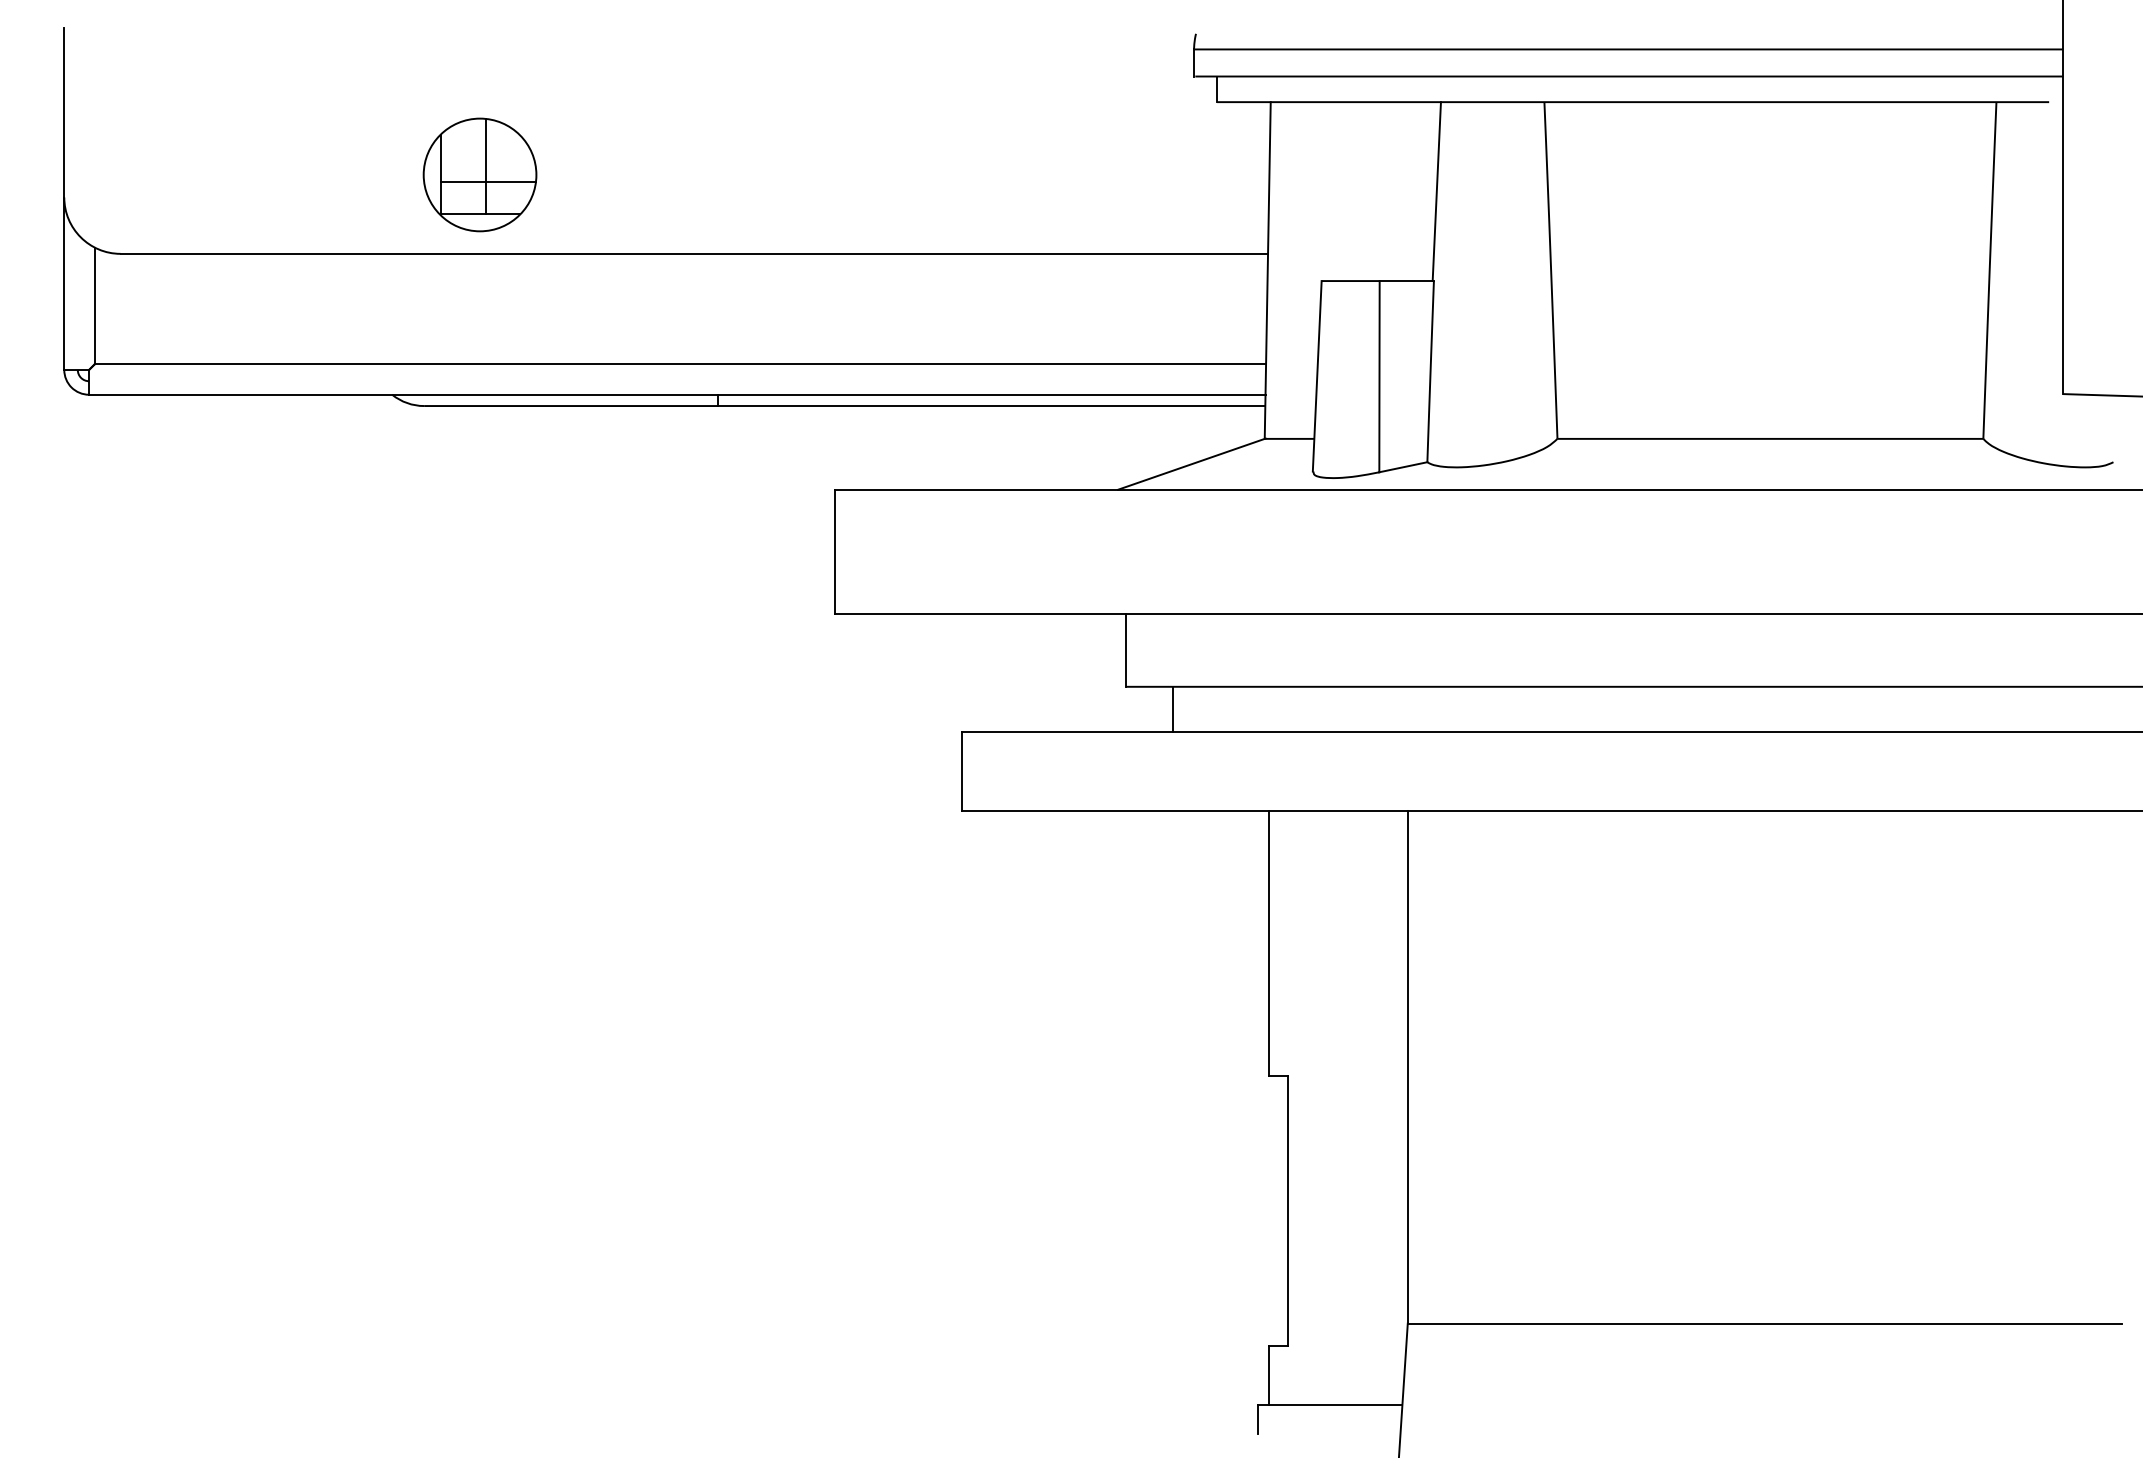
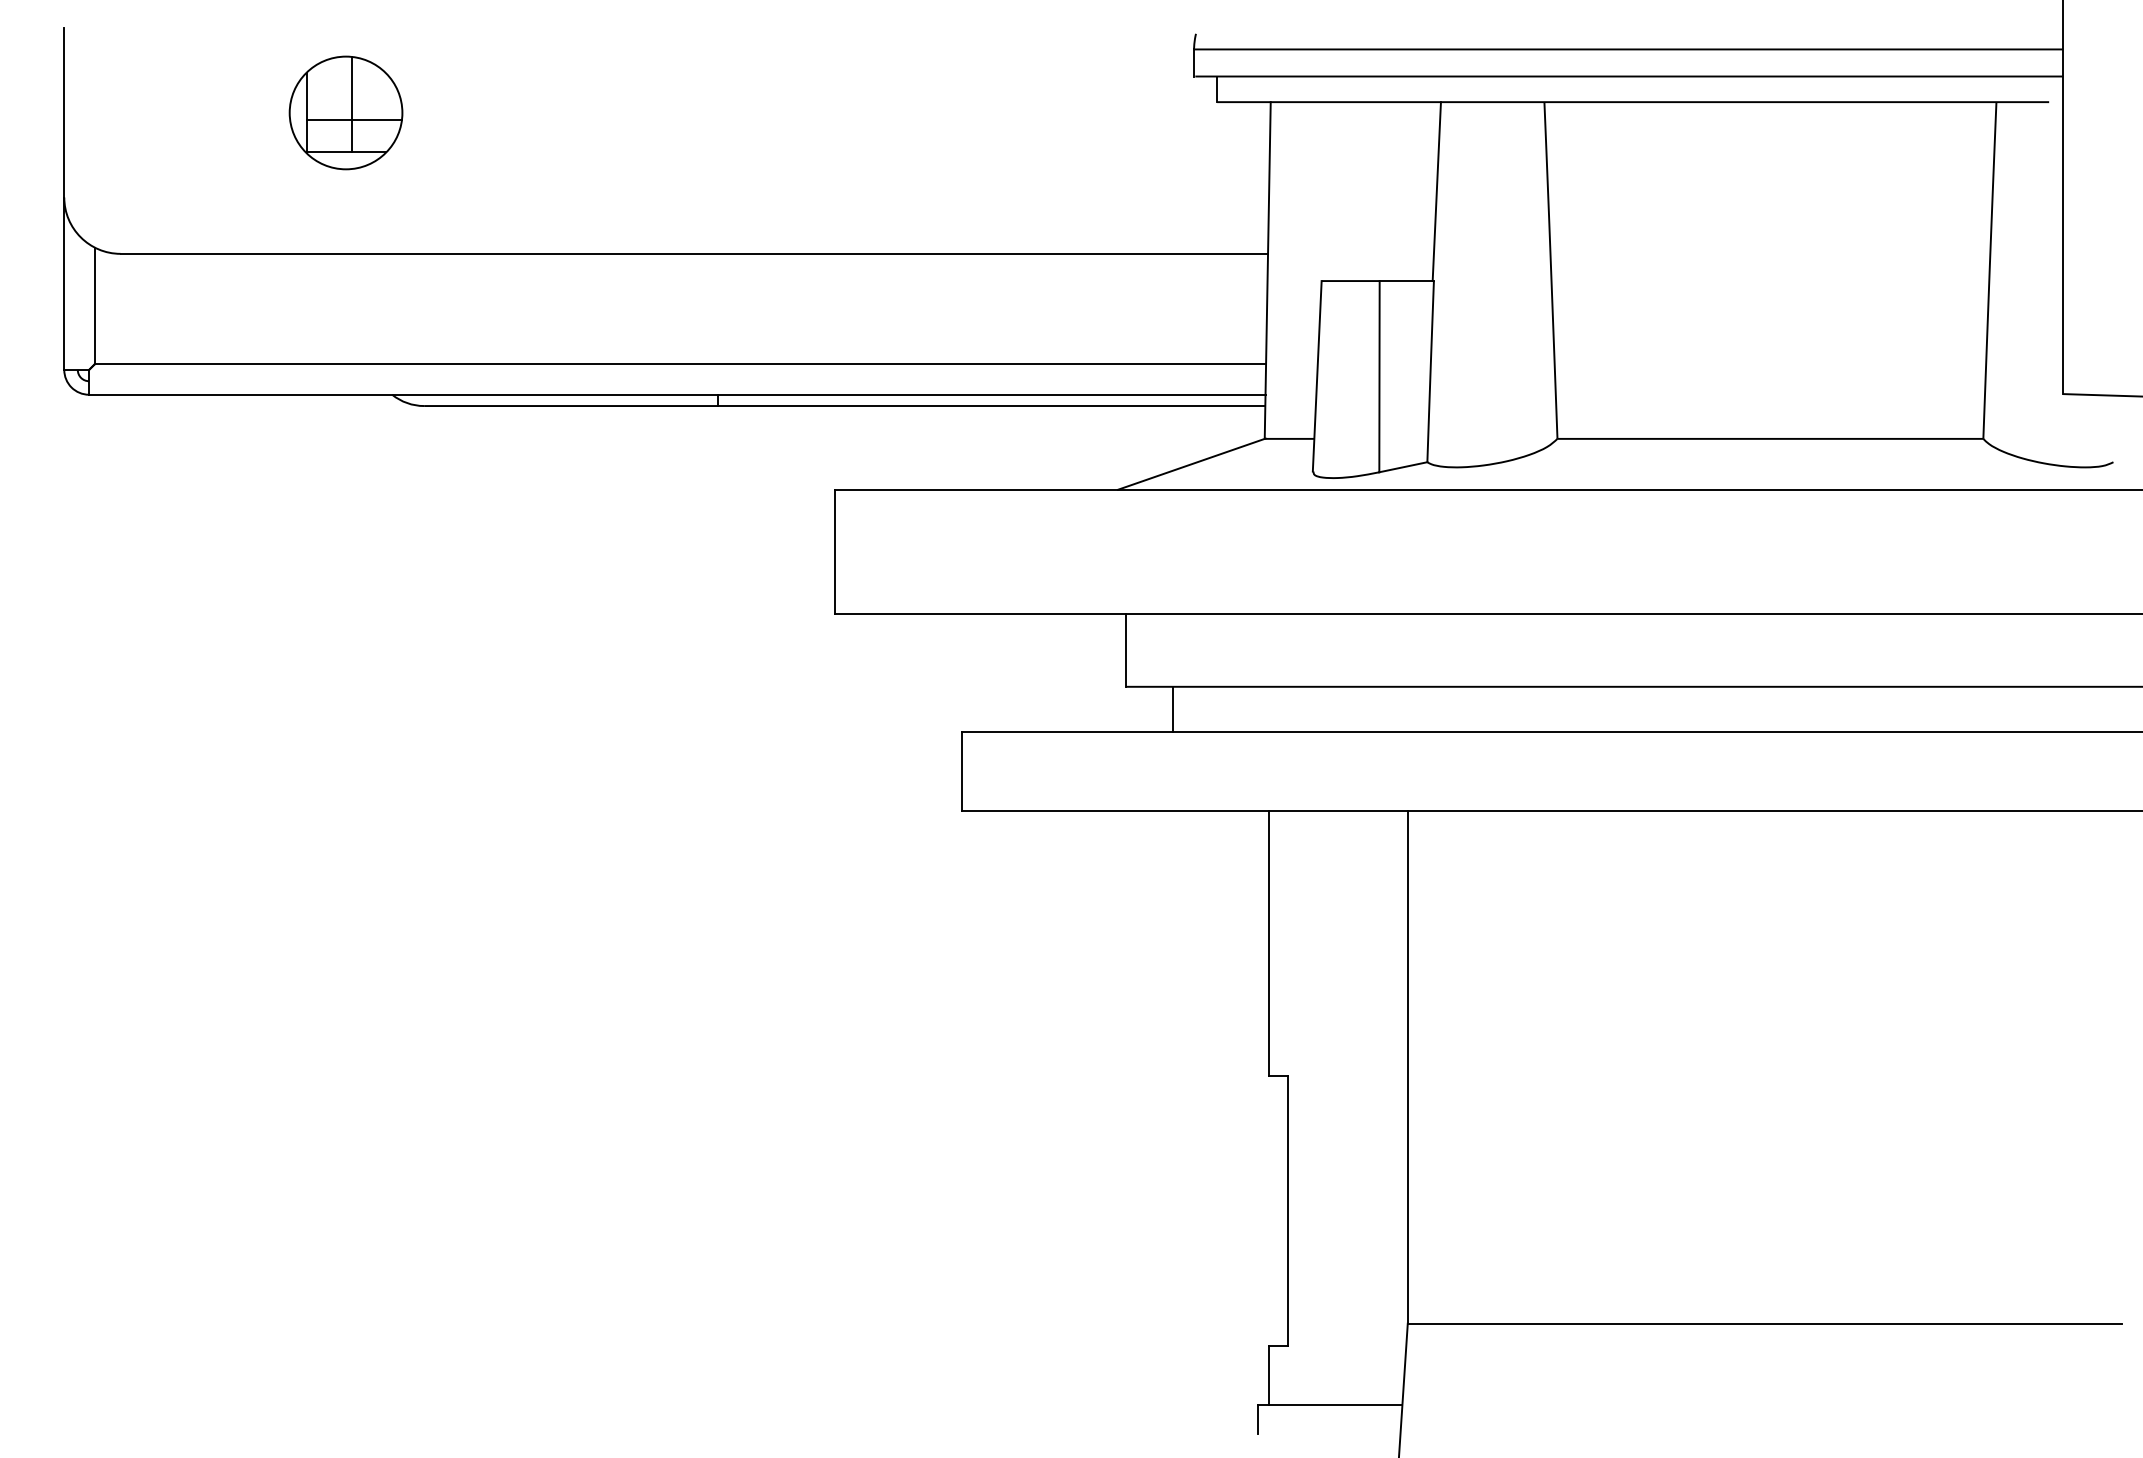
part at (479, 174) position: (479, 174) -> (345, 112)
